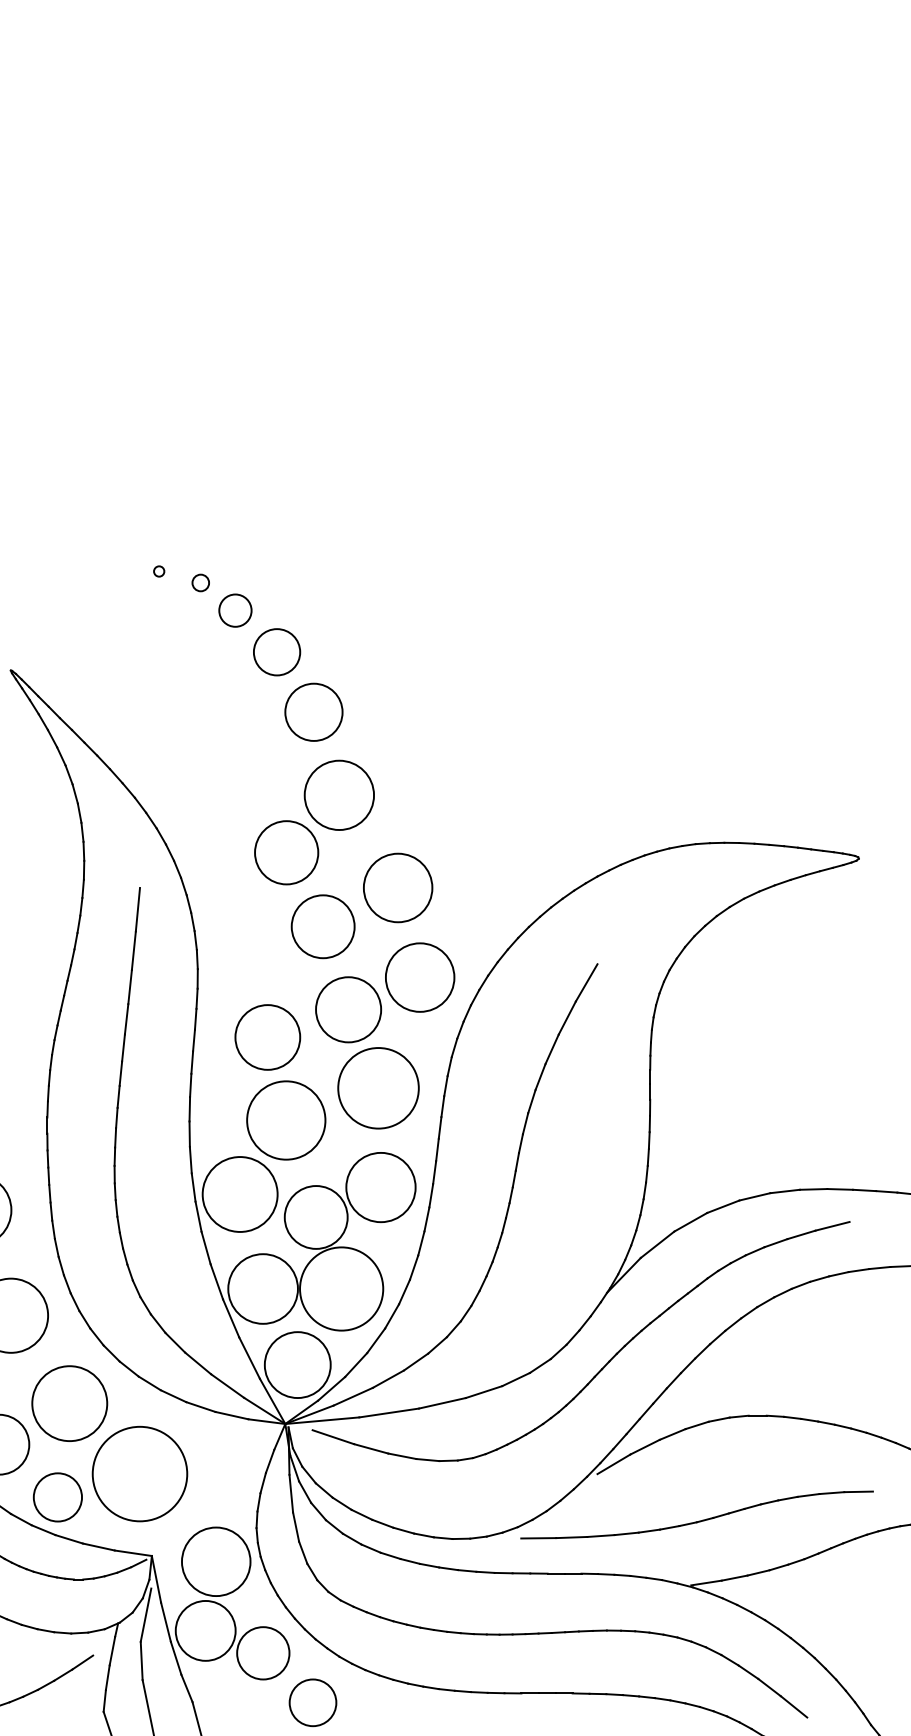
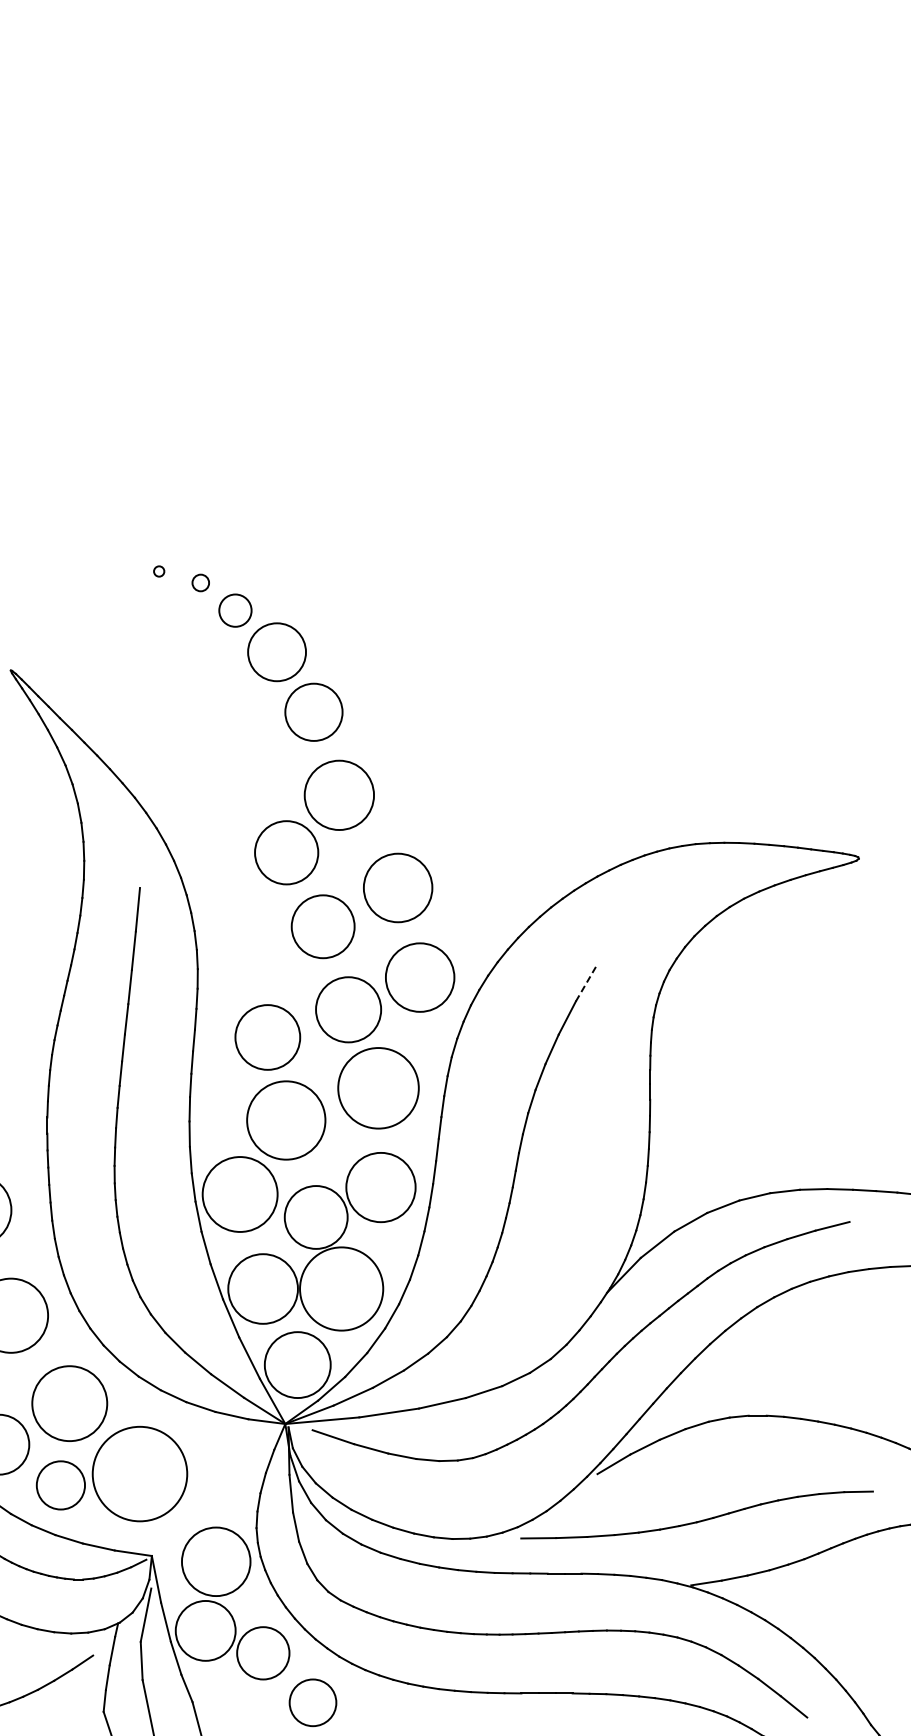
circle at (276, 652) diameter: 46 px -> 58 px
line at (586, 982): solid -> dashed
circle at (57, 1497) position: (57, 1497) -> (60, 1485)
